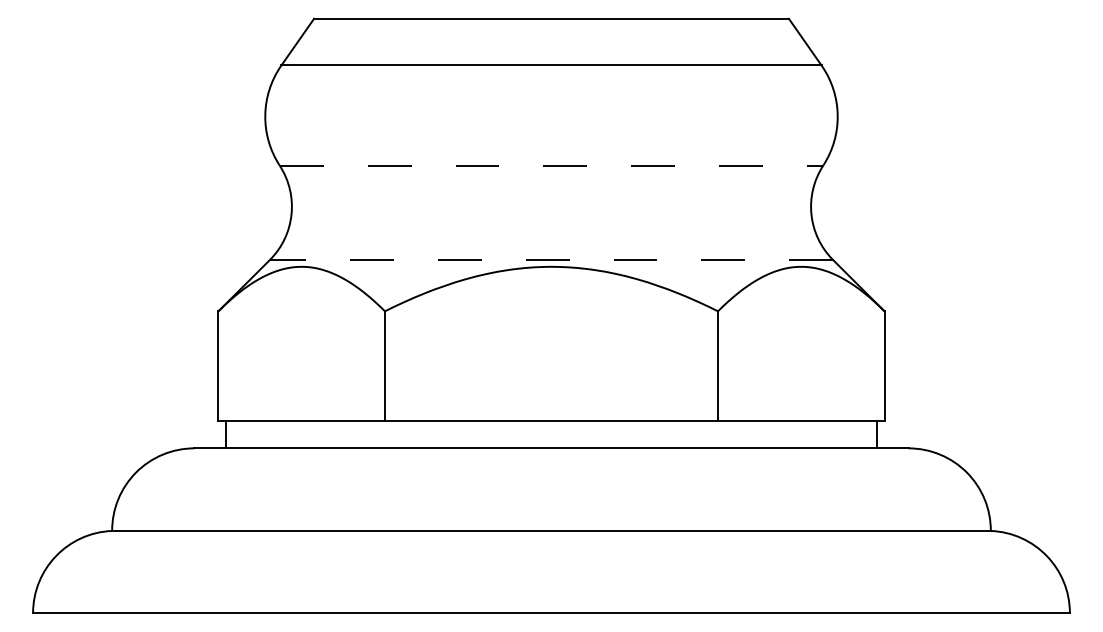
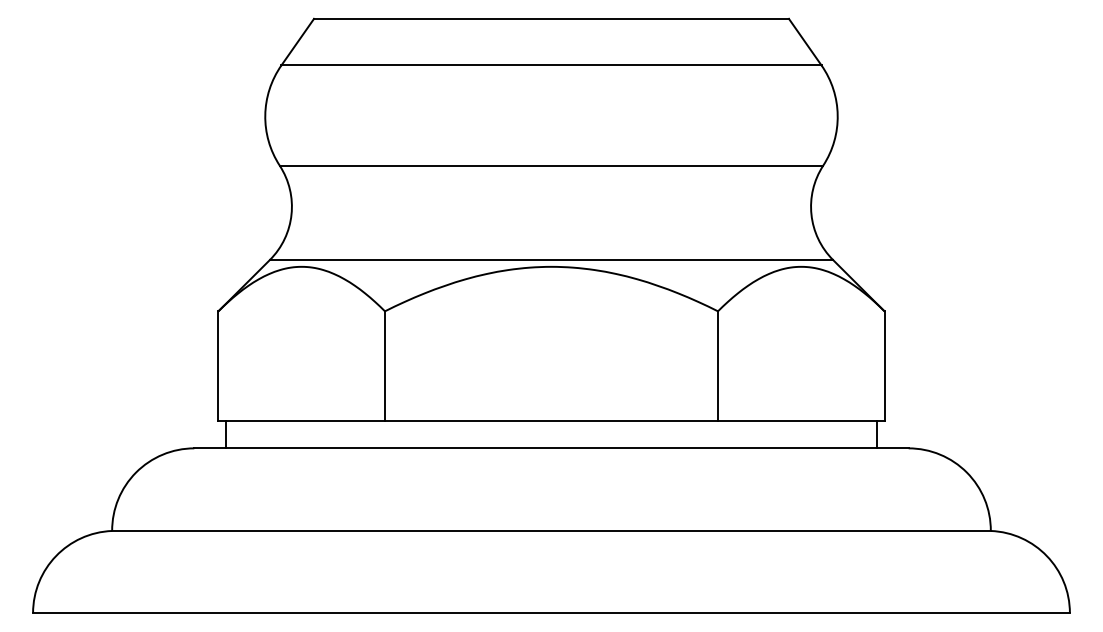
line at (551, 165): dashed -> solid
line at (551, 260): dashed -> solid
